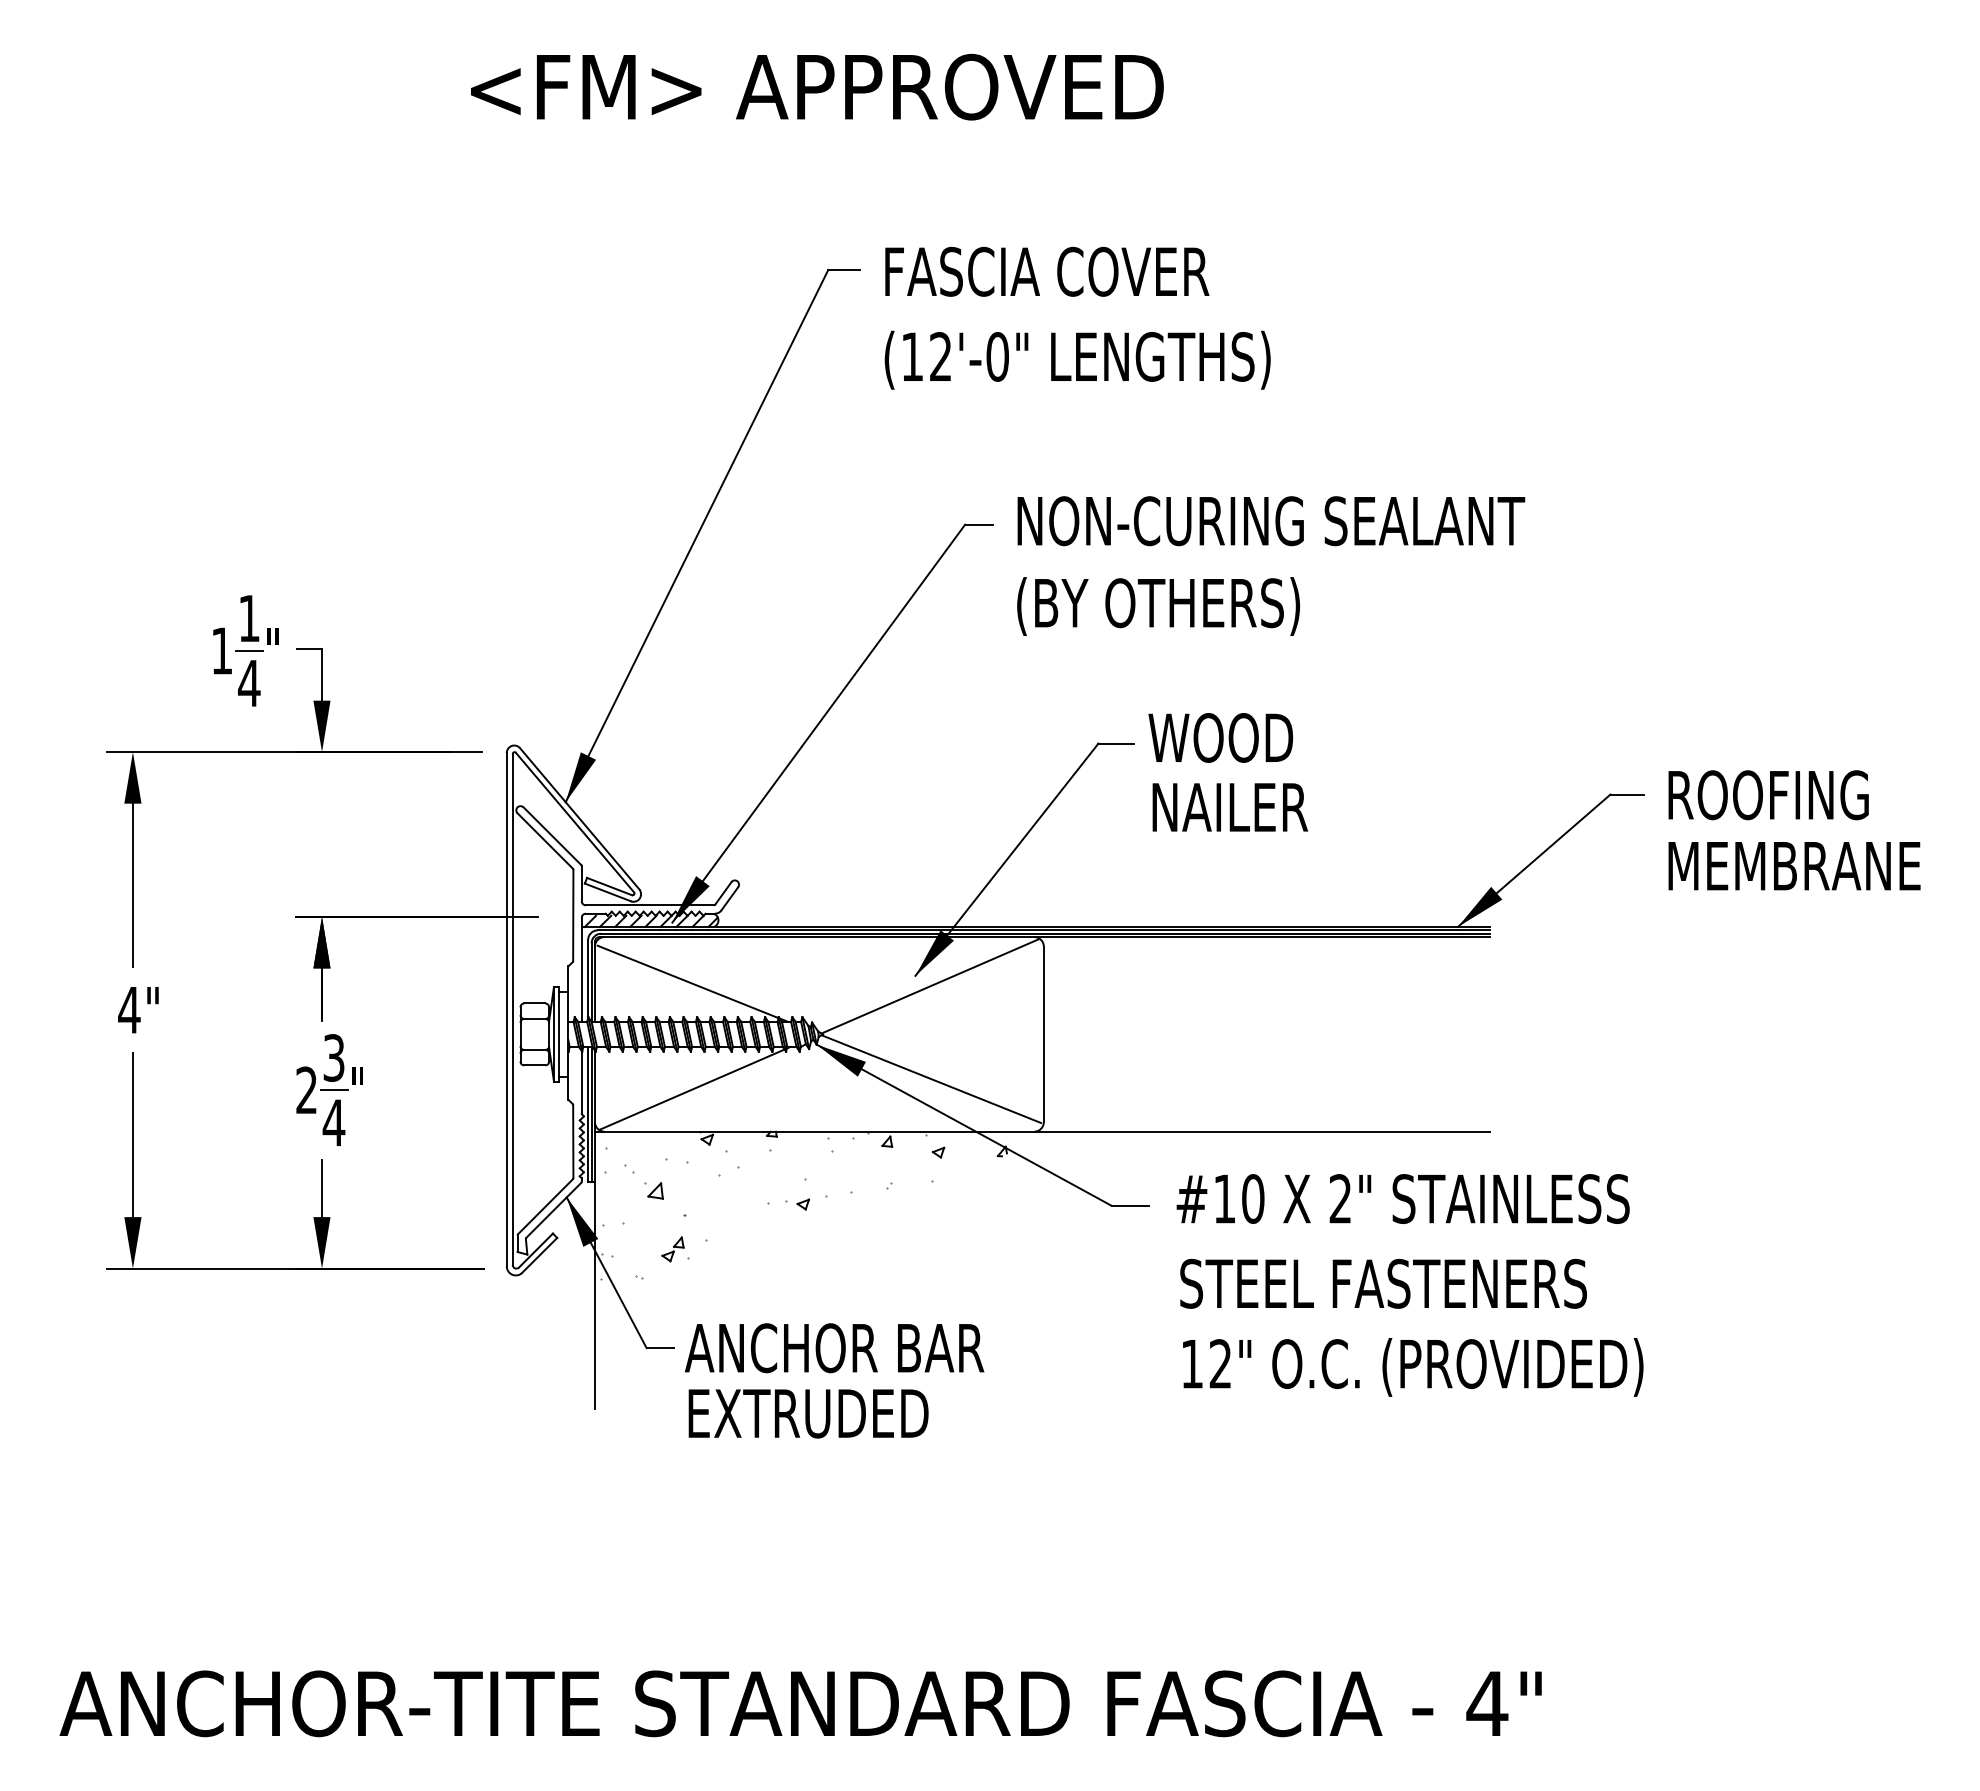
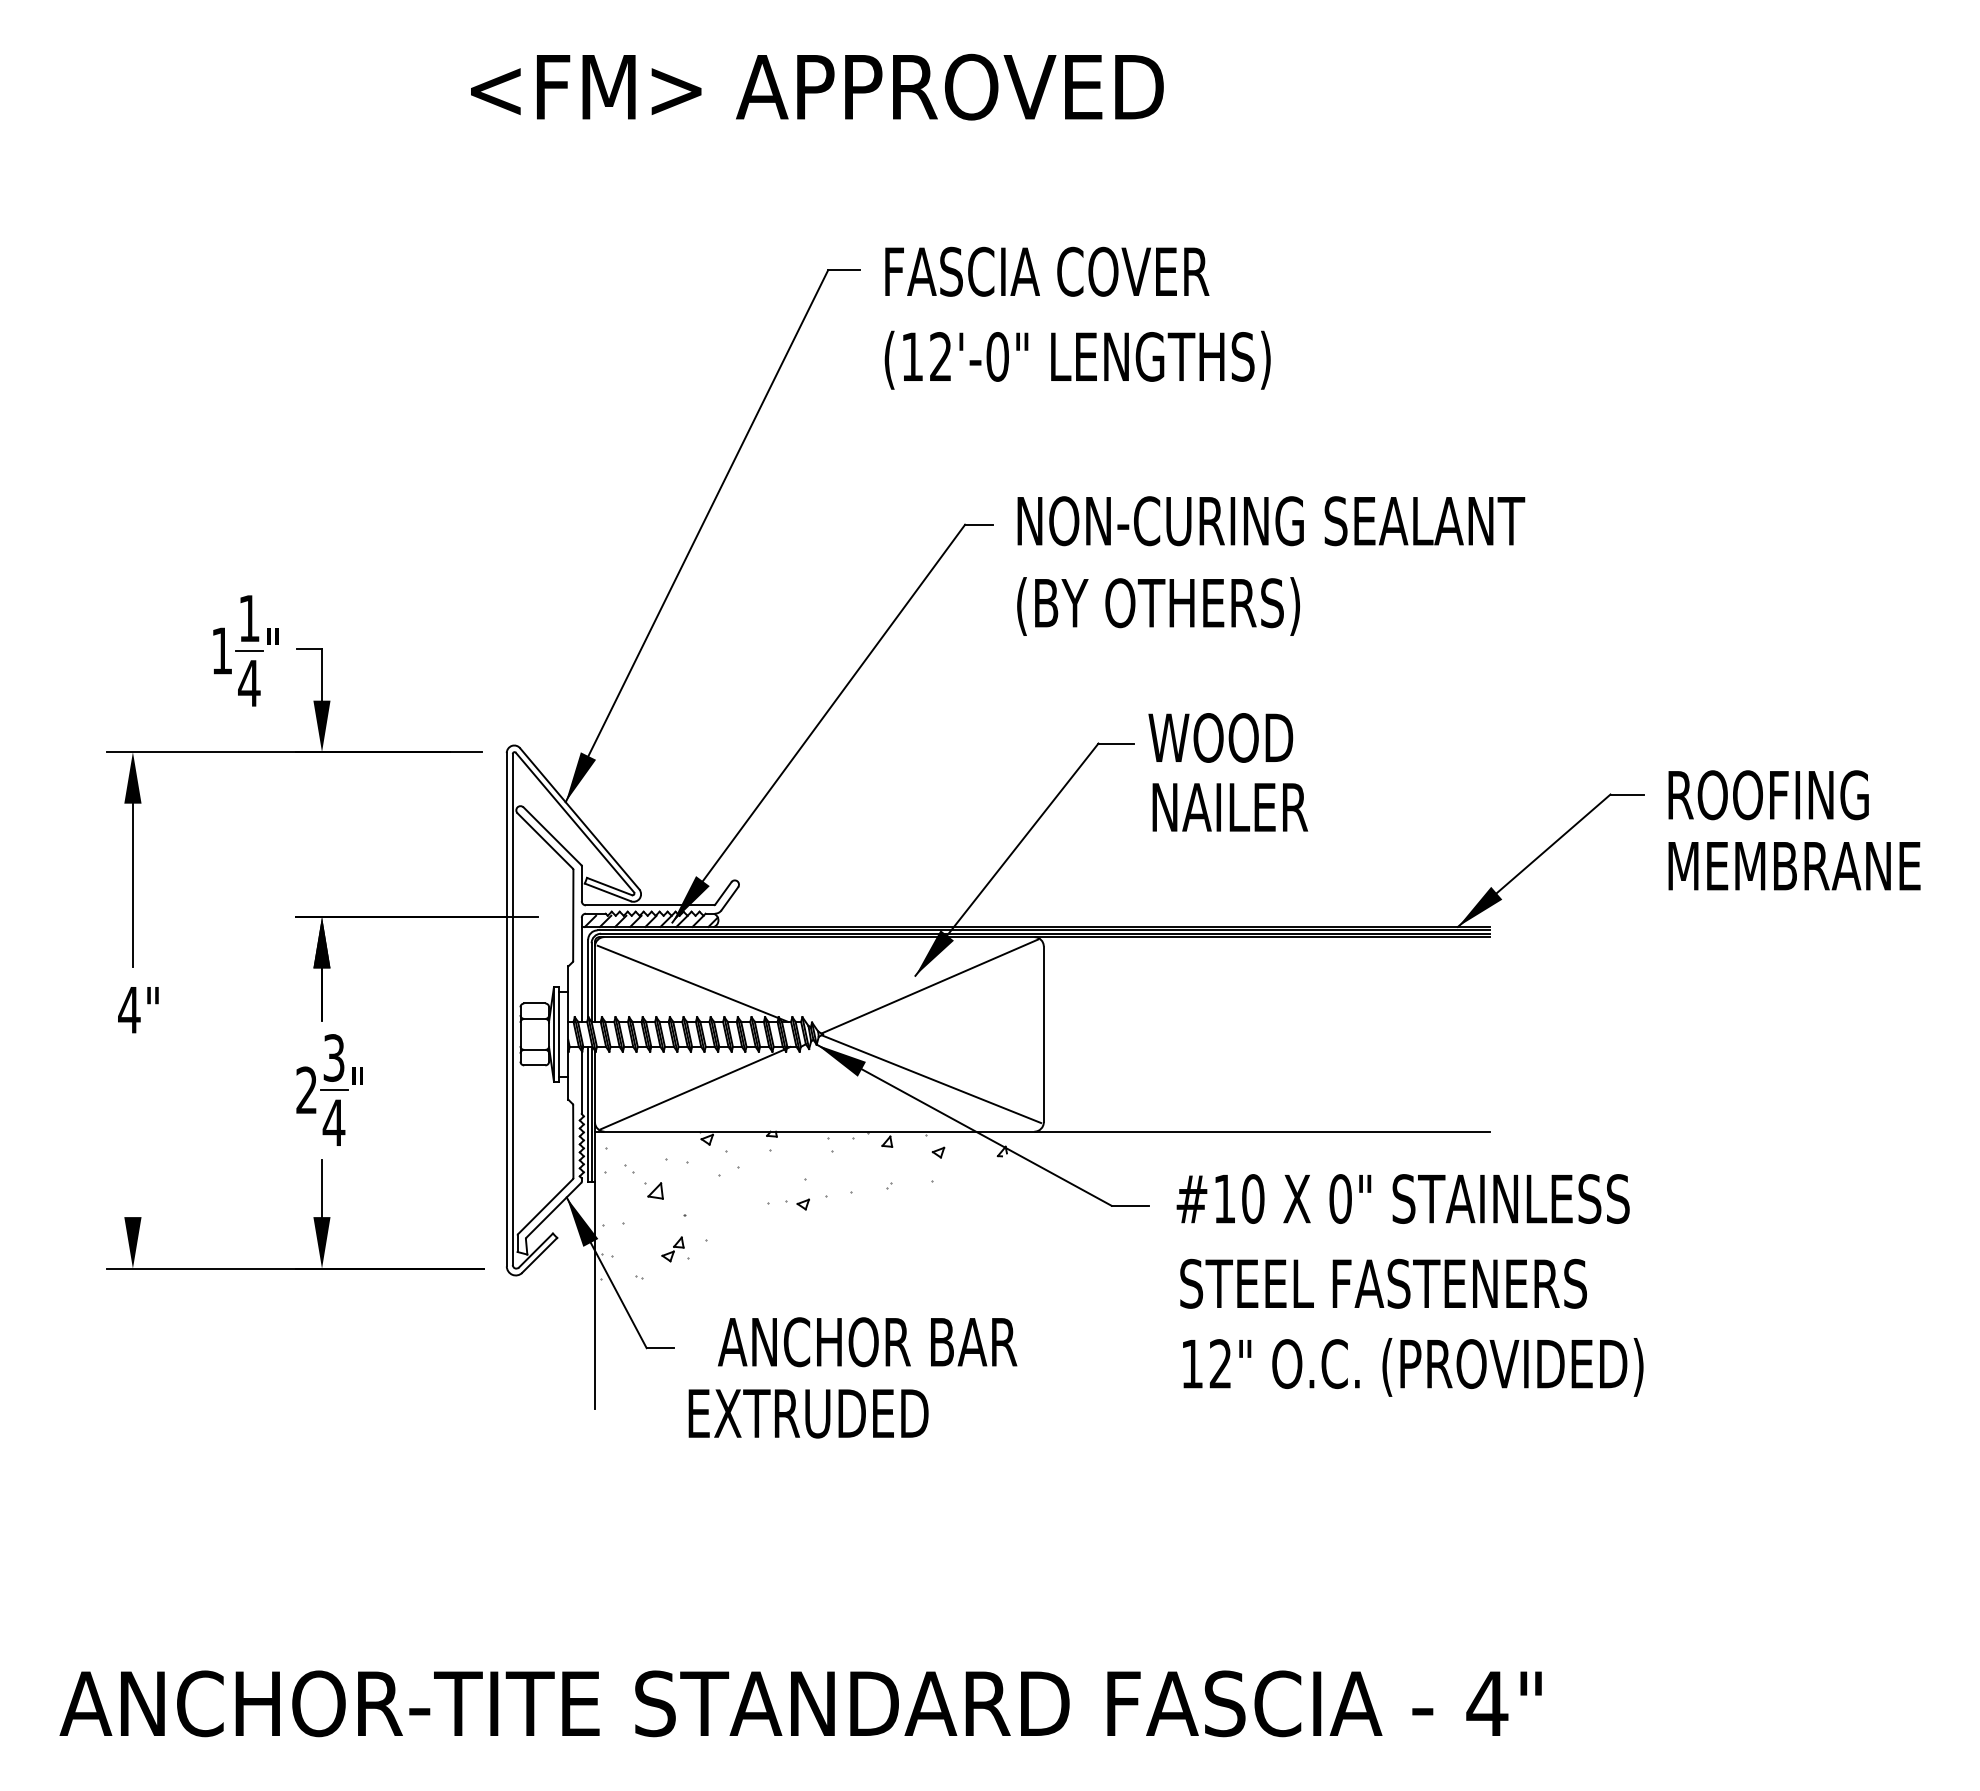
line at (132, 1135): present -> none
text at (1340, 1198): 2" -> 0"
text at (834, 1348) position: (834, 1348) -> (867, 1342)
